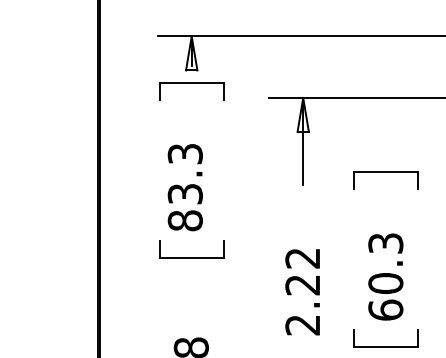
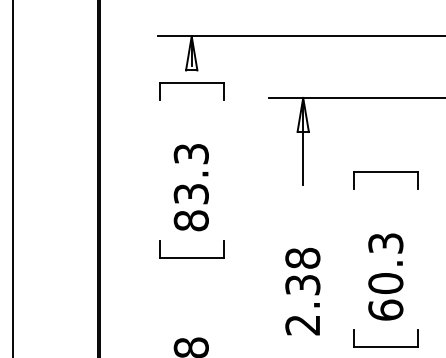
line at (12, 178): none -> present
text at (184, 187) position: (184, 187) -> (190, 187)
text at (302, 271): 2.22 -> 2.38
